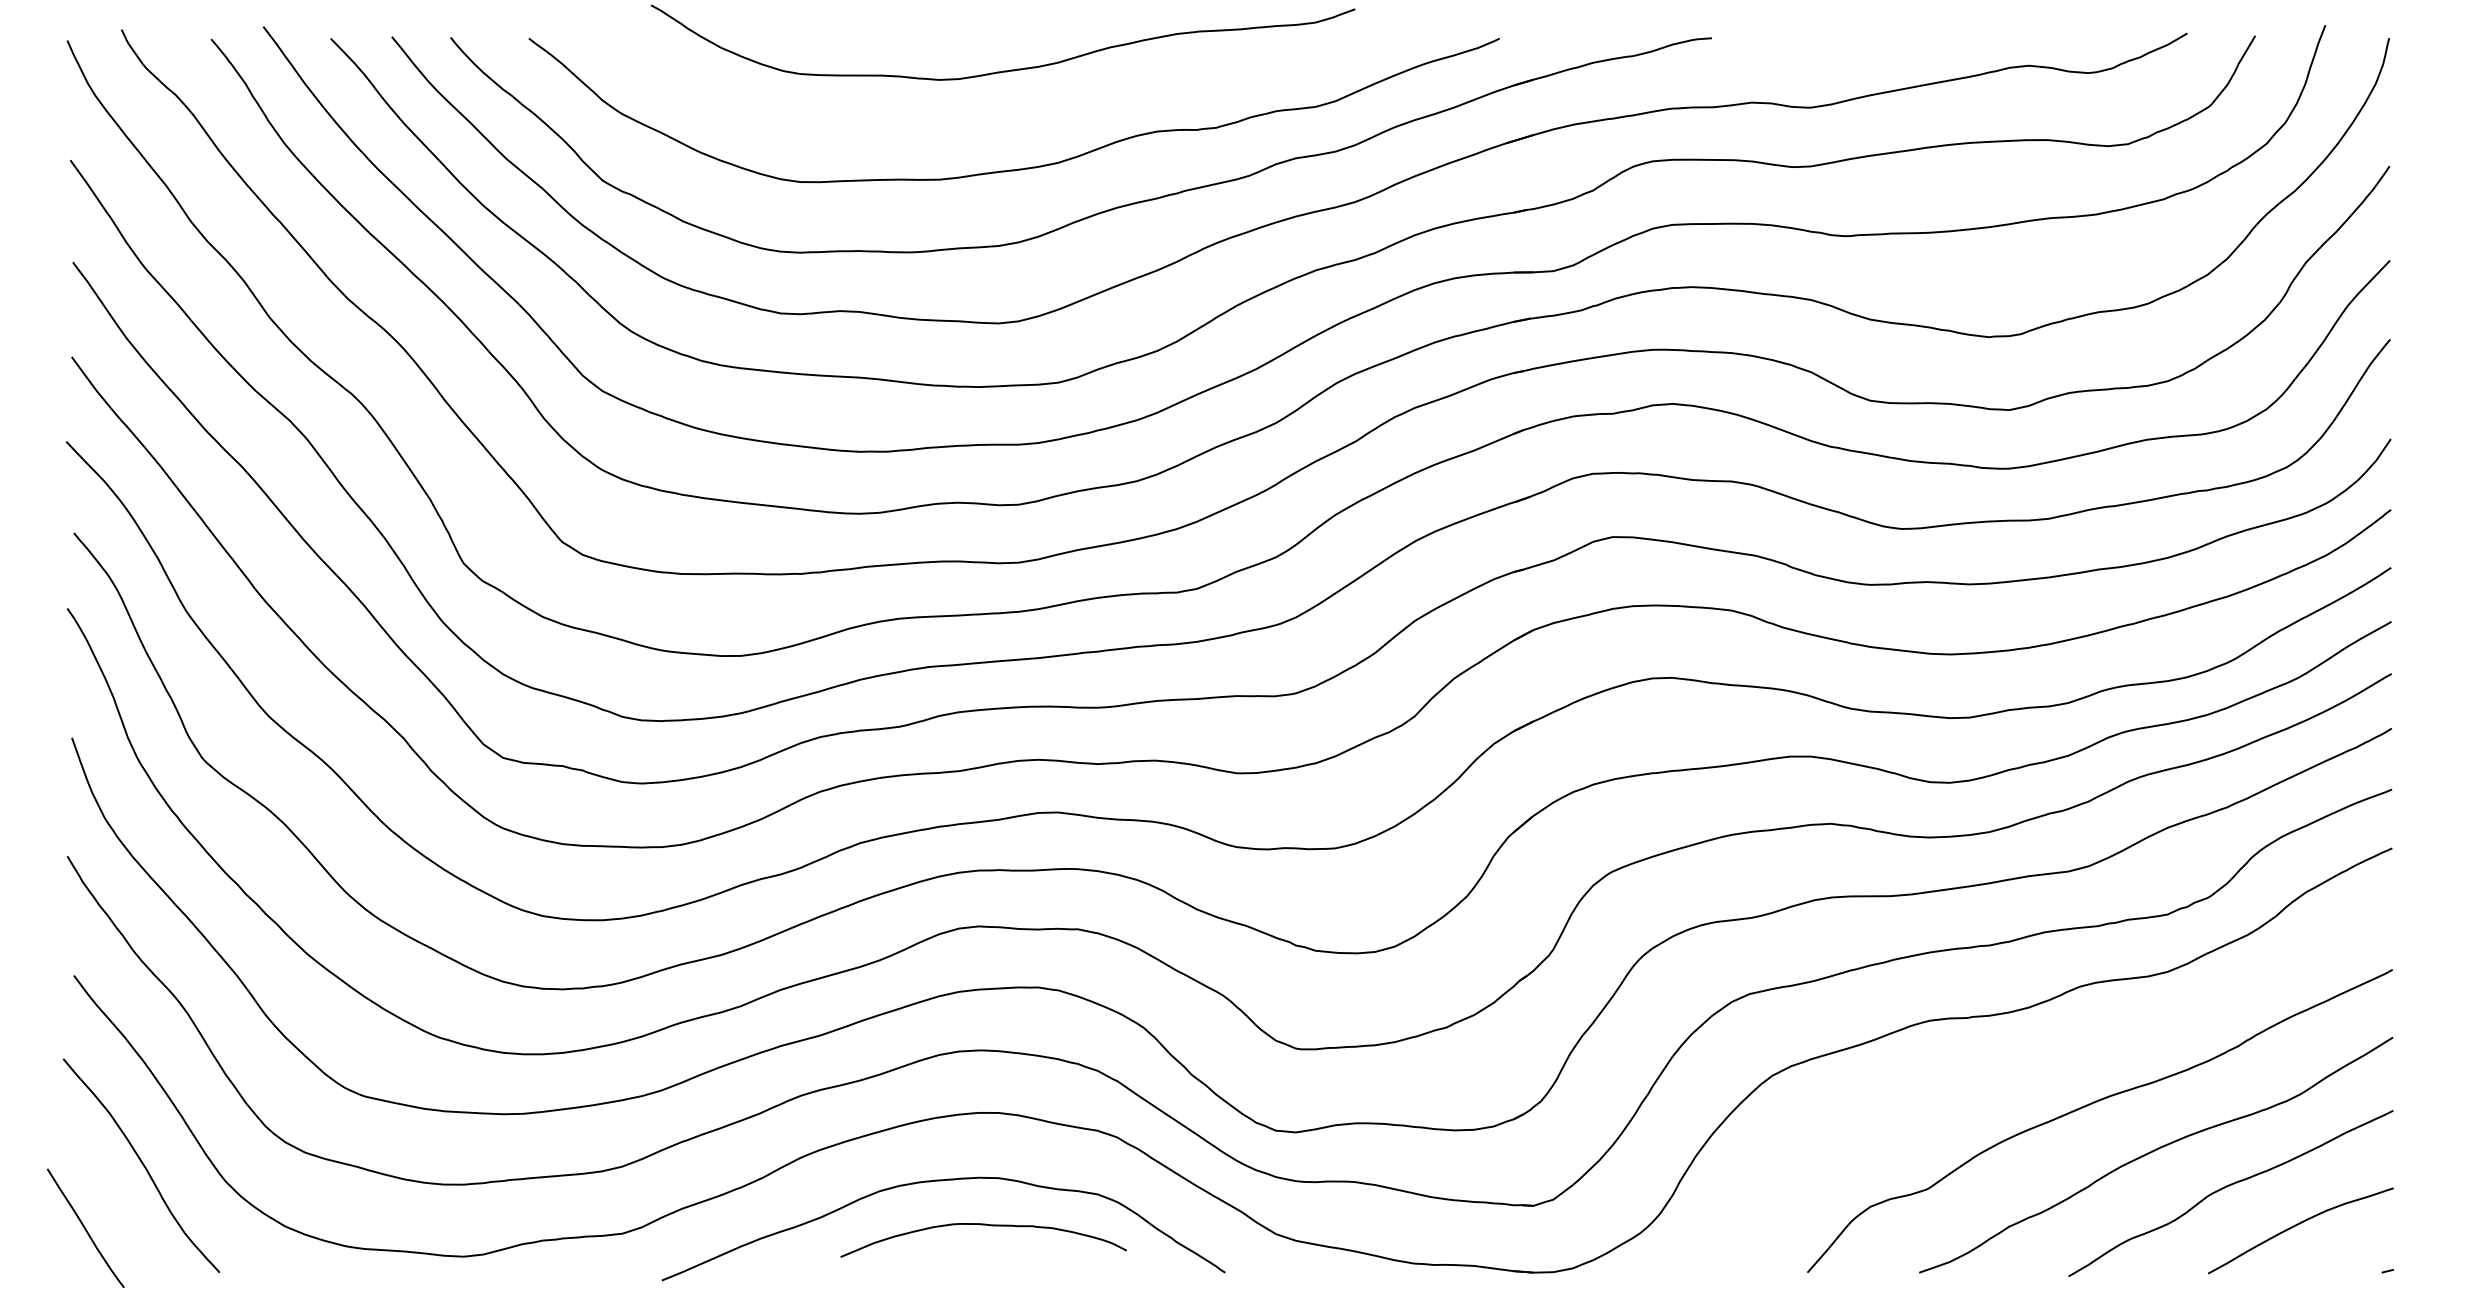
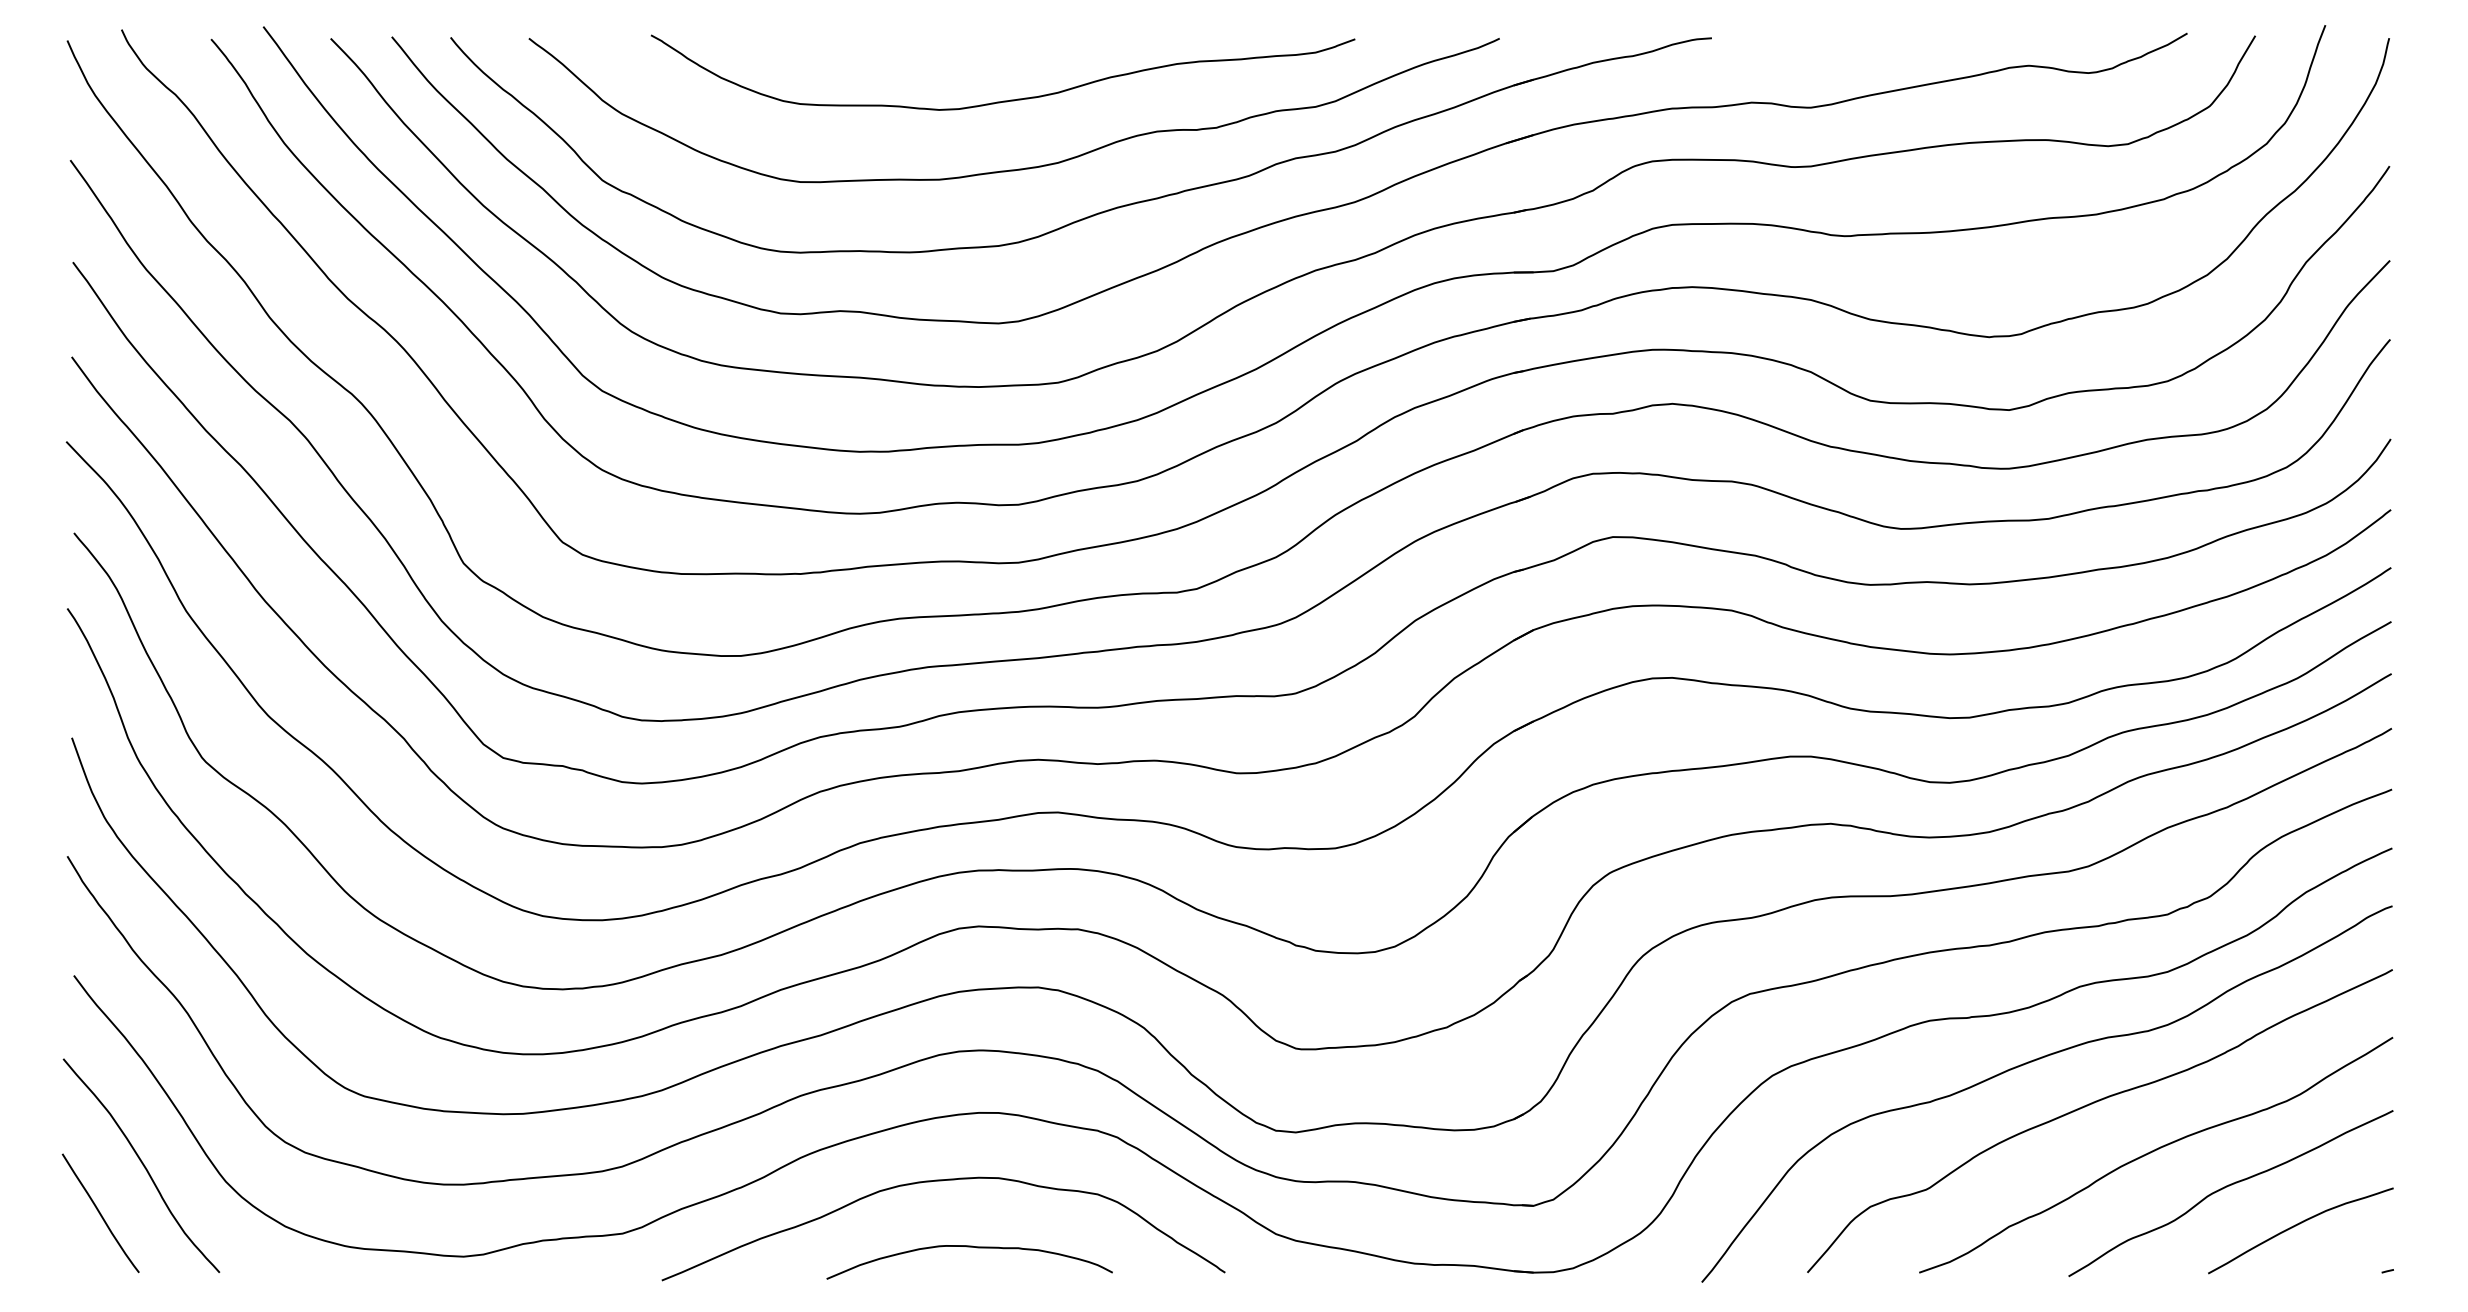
curve at (1003, 70) position: (1003, 70) -> (1003, 100)
curve at (2034, 1061): none -> present
curve at (983, 1225) position: (983, 1225) -> (969, 1247)
curve at (85, 1228) position: (85, 1228) -> (100, 1213)
